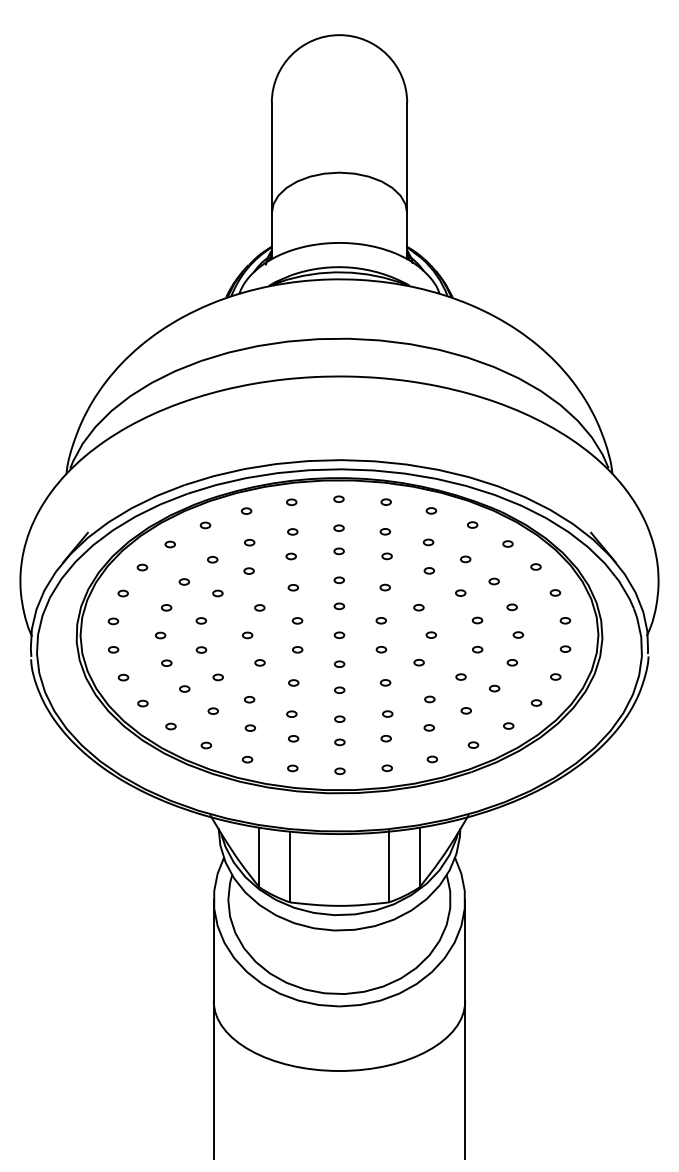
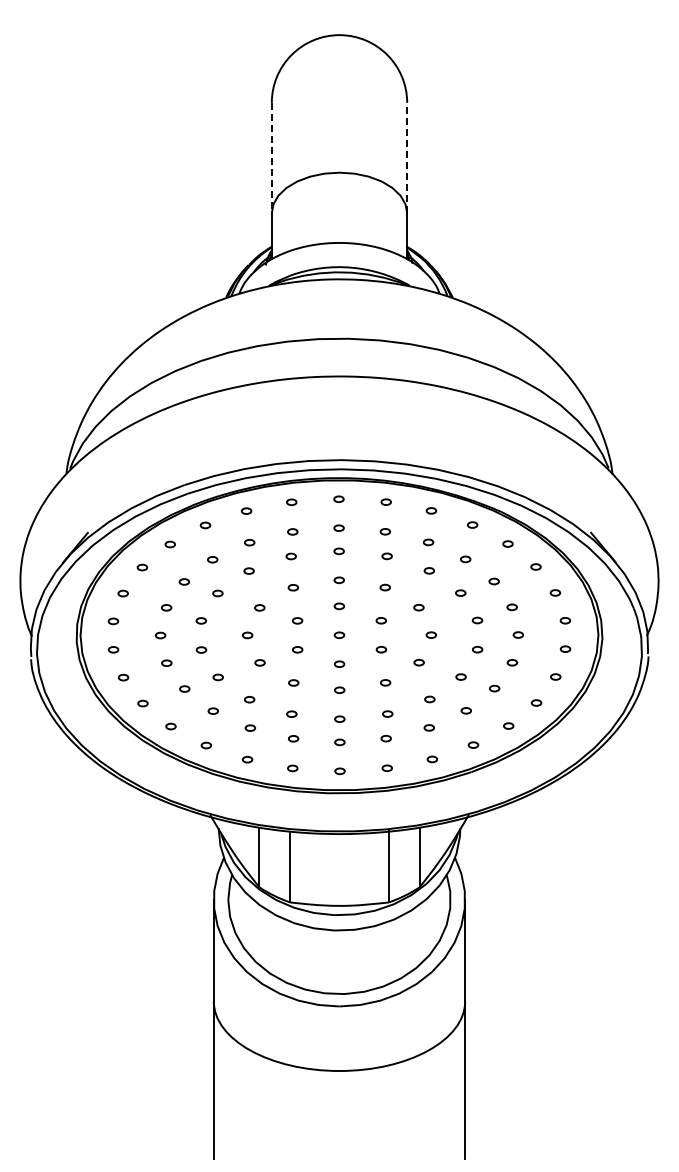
line at (407, 157): solid -> dashed
line at (271, 158): solid -> dashed
